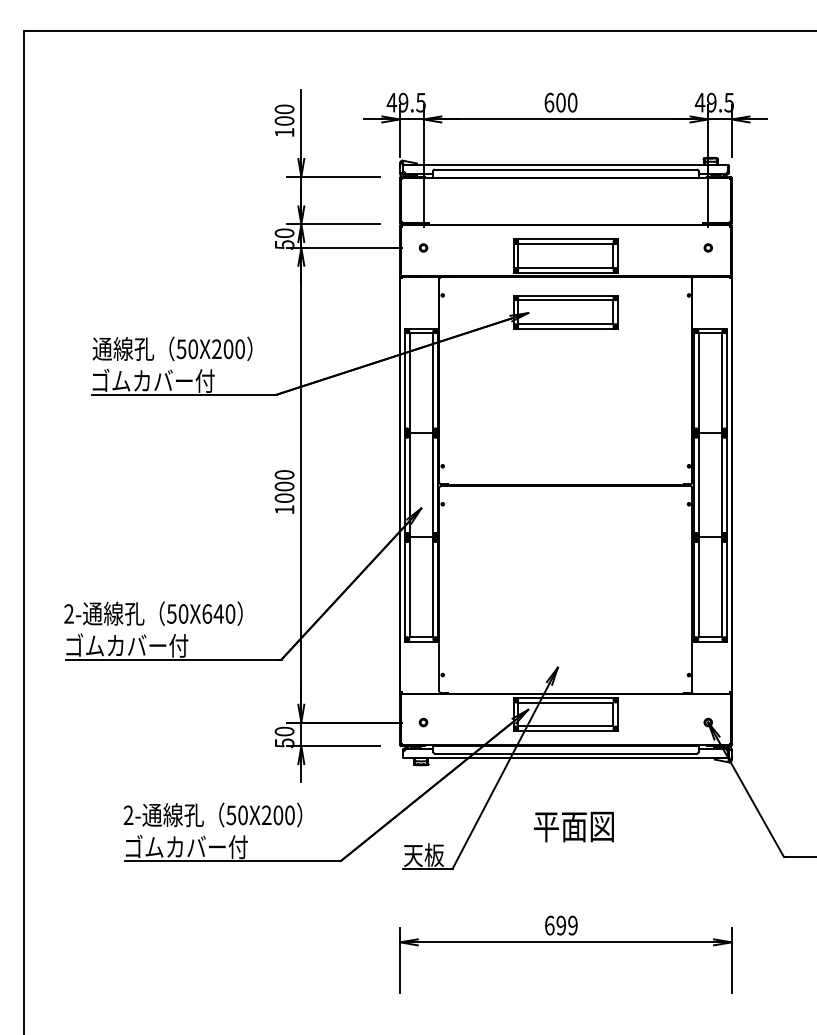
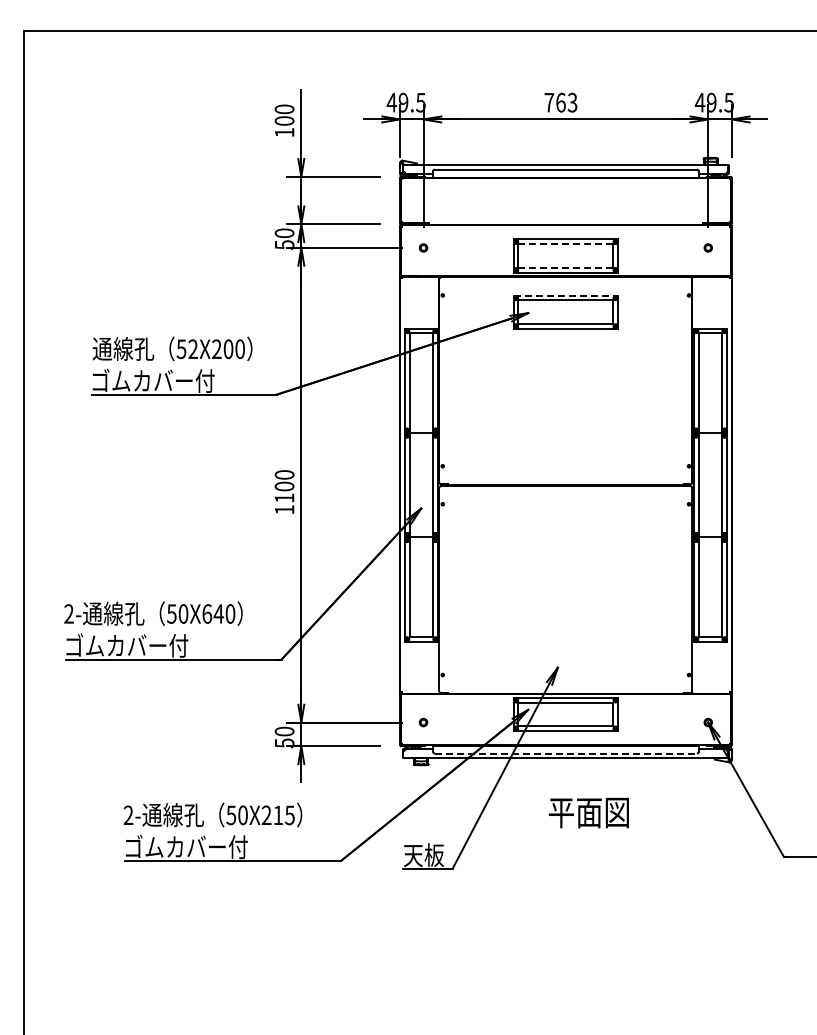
text at (560, 102): 600 -> 763
line at (565, 244): solid -> dashed
line at (566, 267): solid -> dashed
line at (566, 295): solid -> dashed
text at (192, 349): 50X200 -> 52X200
text at (284, 497): 1000 -> 1100
line at (565, 753): solid -> dashed
text at (283, 815): 50X200 -> 50X215
text at (573, 826) position: (573, 826) -> (588, 812)
part at (565, 942): present -> none
